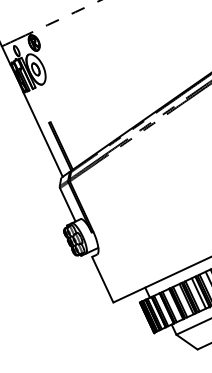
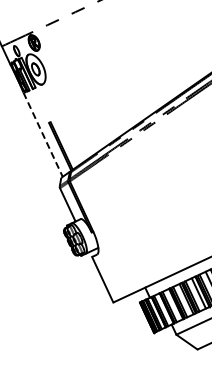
line at (43, 134): solid -> dashed
